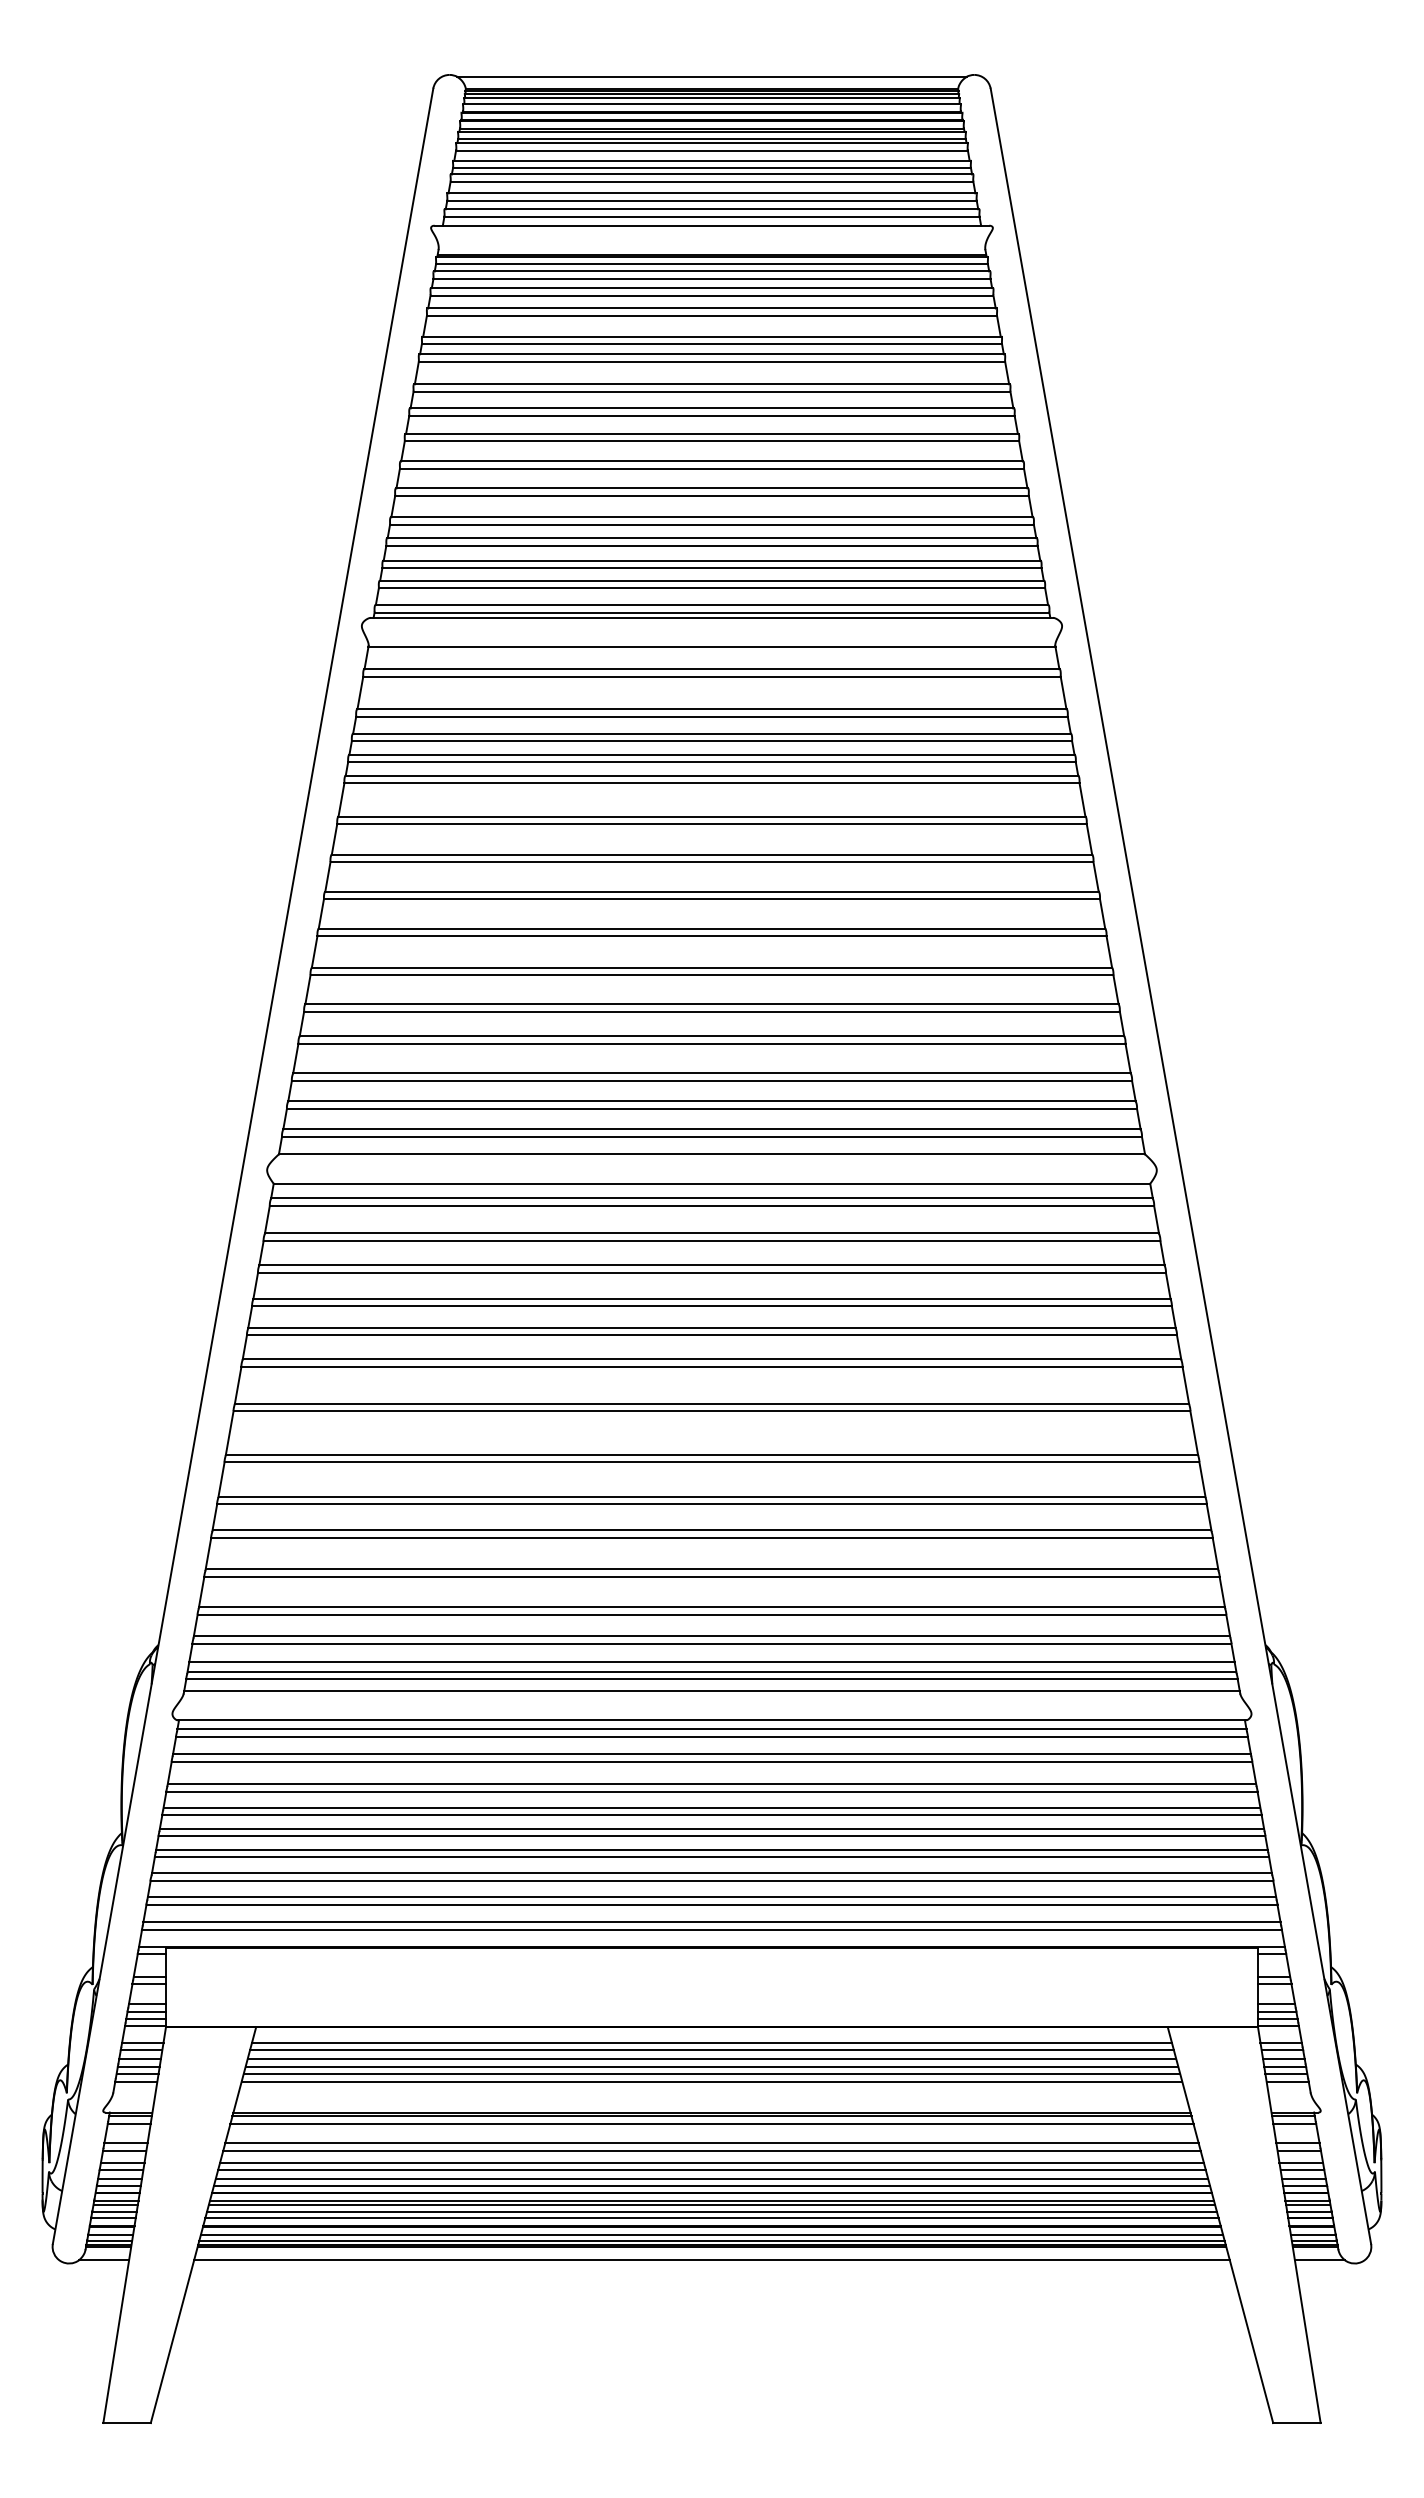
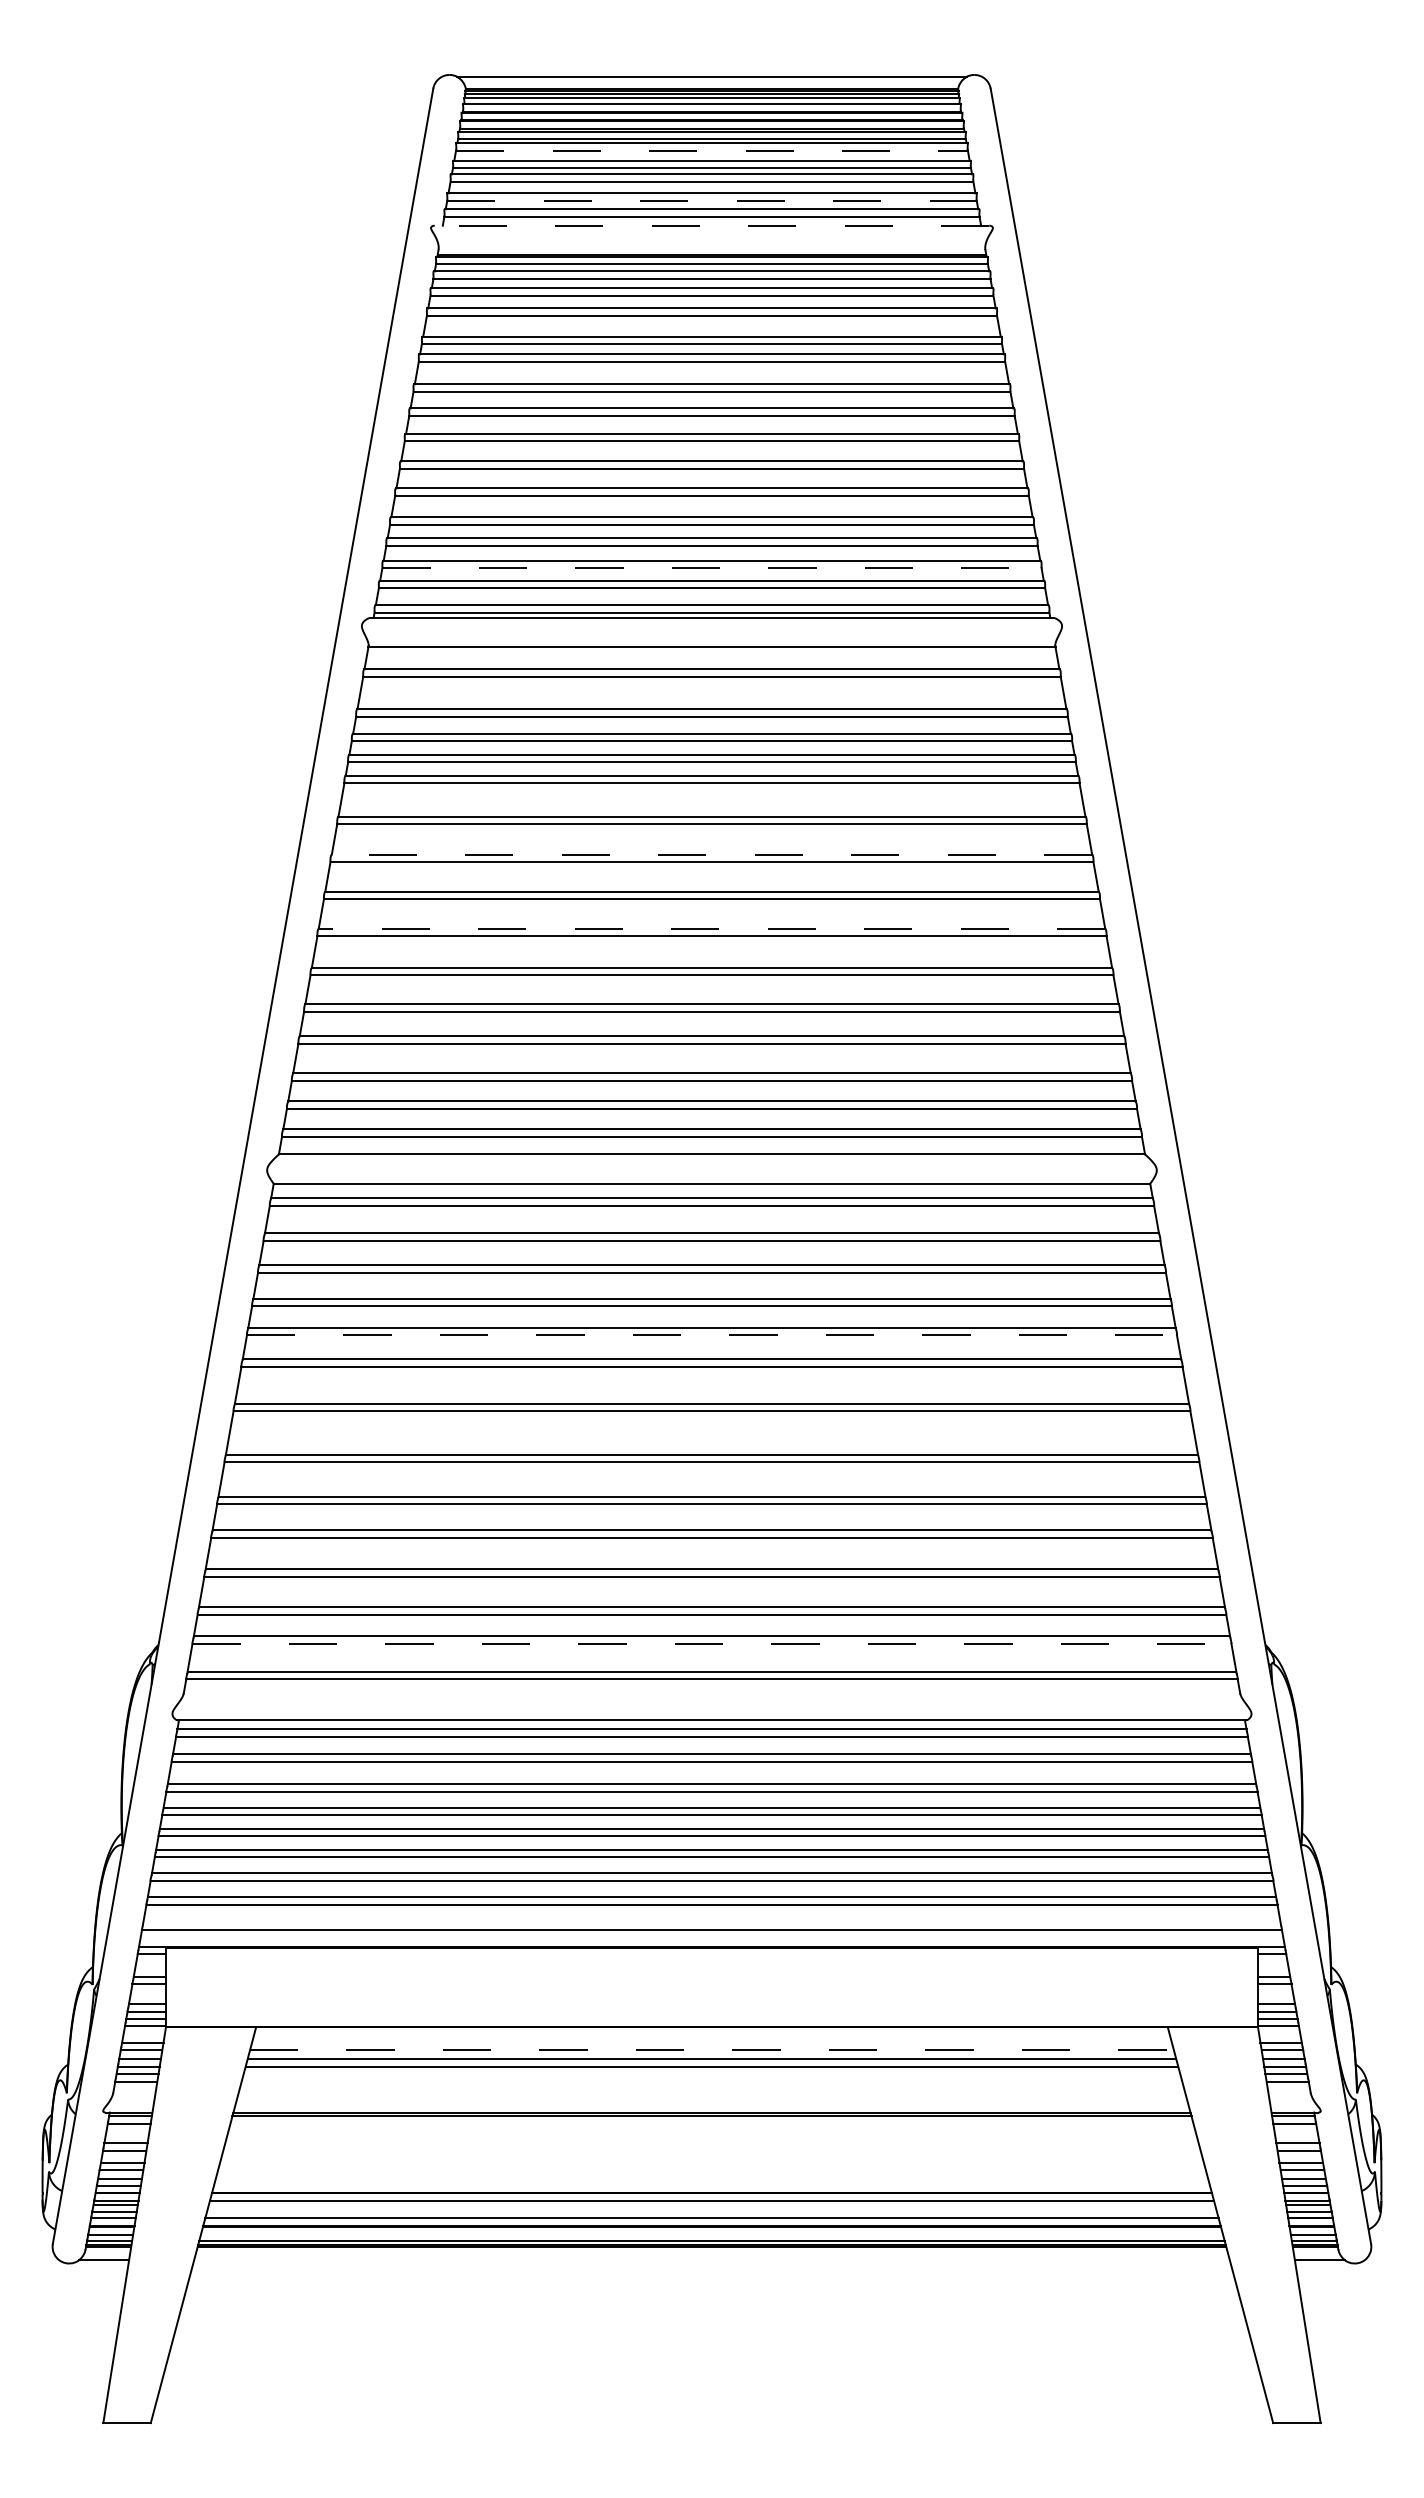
line at (711, 150): solid -> dashed
line at (711, 200): solid -> dashed
line at (711, 225): solid -> dashed
line at (711, 568): solid -> dashed
line at (711, 854): solid -> dashed
line at (711, 928): solid -> dashed
line at (712, 1335): solid -> dashed
line at (712, 1643): solid -> dashed
line at (711, 1662): present -> none
line at (711, 1690): present -> none
line at (711, 1922): present -> none
line at (711, 2042): present -> none
line at (711, 2050): solid -> dashed
line at (711, 2074): present -> none
line at (711, 2081): present -> none
line at (711, 2124): present -> none
line at (711, 2142): present -> none
line at (711, 2150): present -> none
line at (711, 2162): present -> none
line at (711, 2170): present -> none
line at (711, 2178): present -> none
line at (711, 2186): present -> none
line at (711, 2204): present -> none
line at (711, 2212): present -> none
line at (711, 2235): present -> none
line at (711, 2260): present -> none
